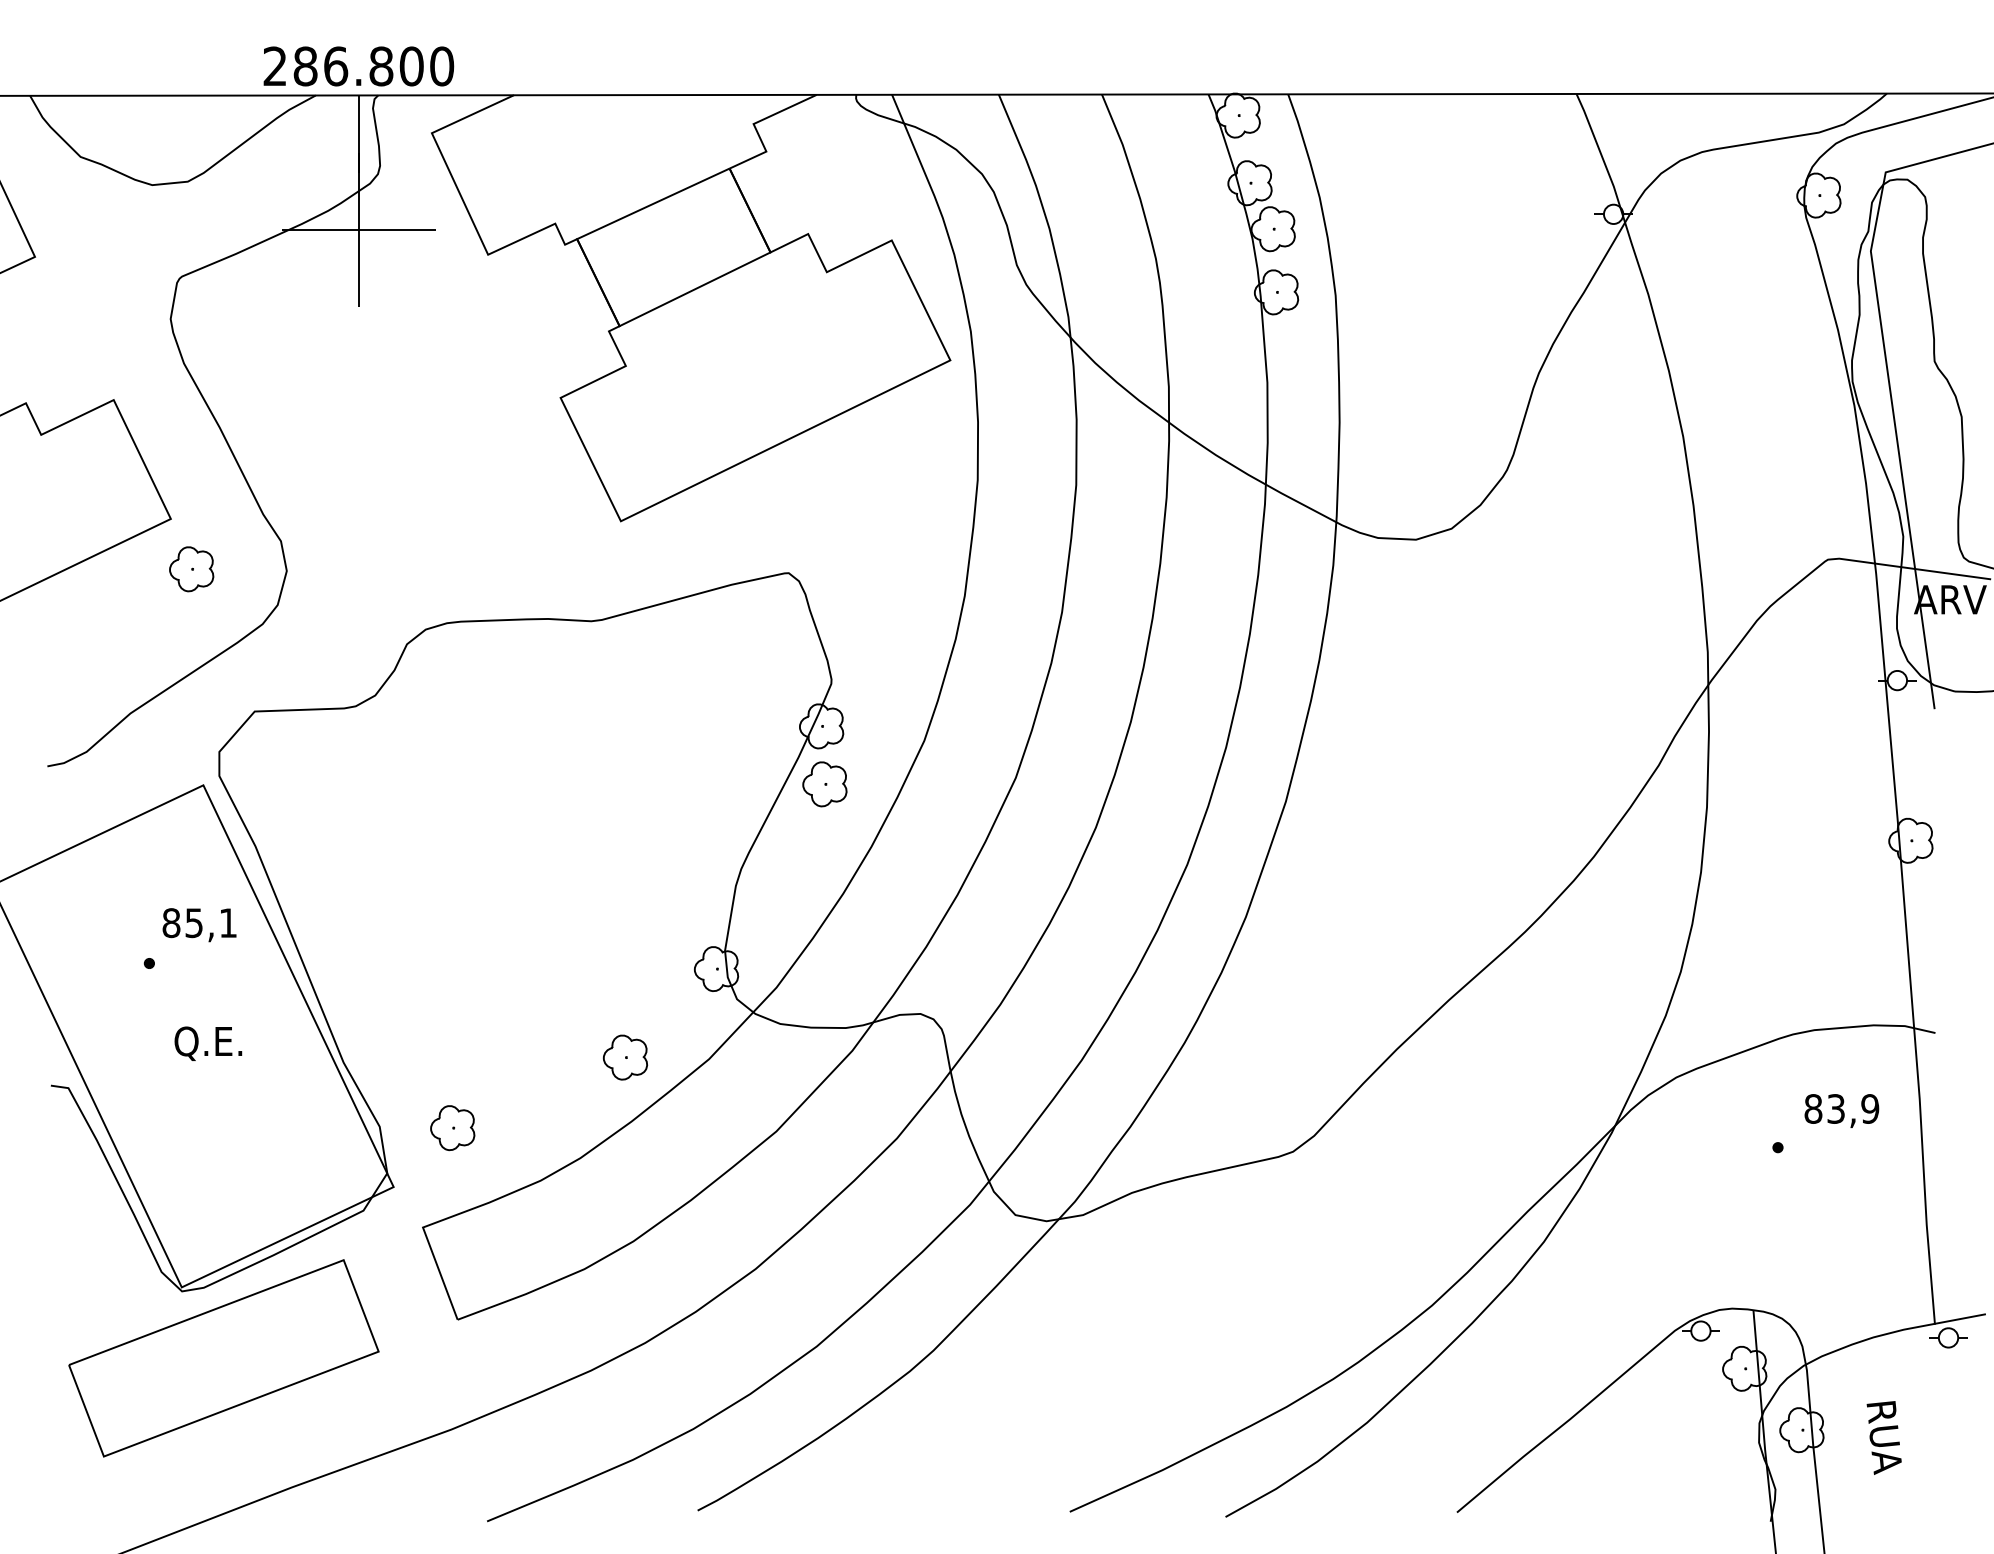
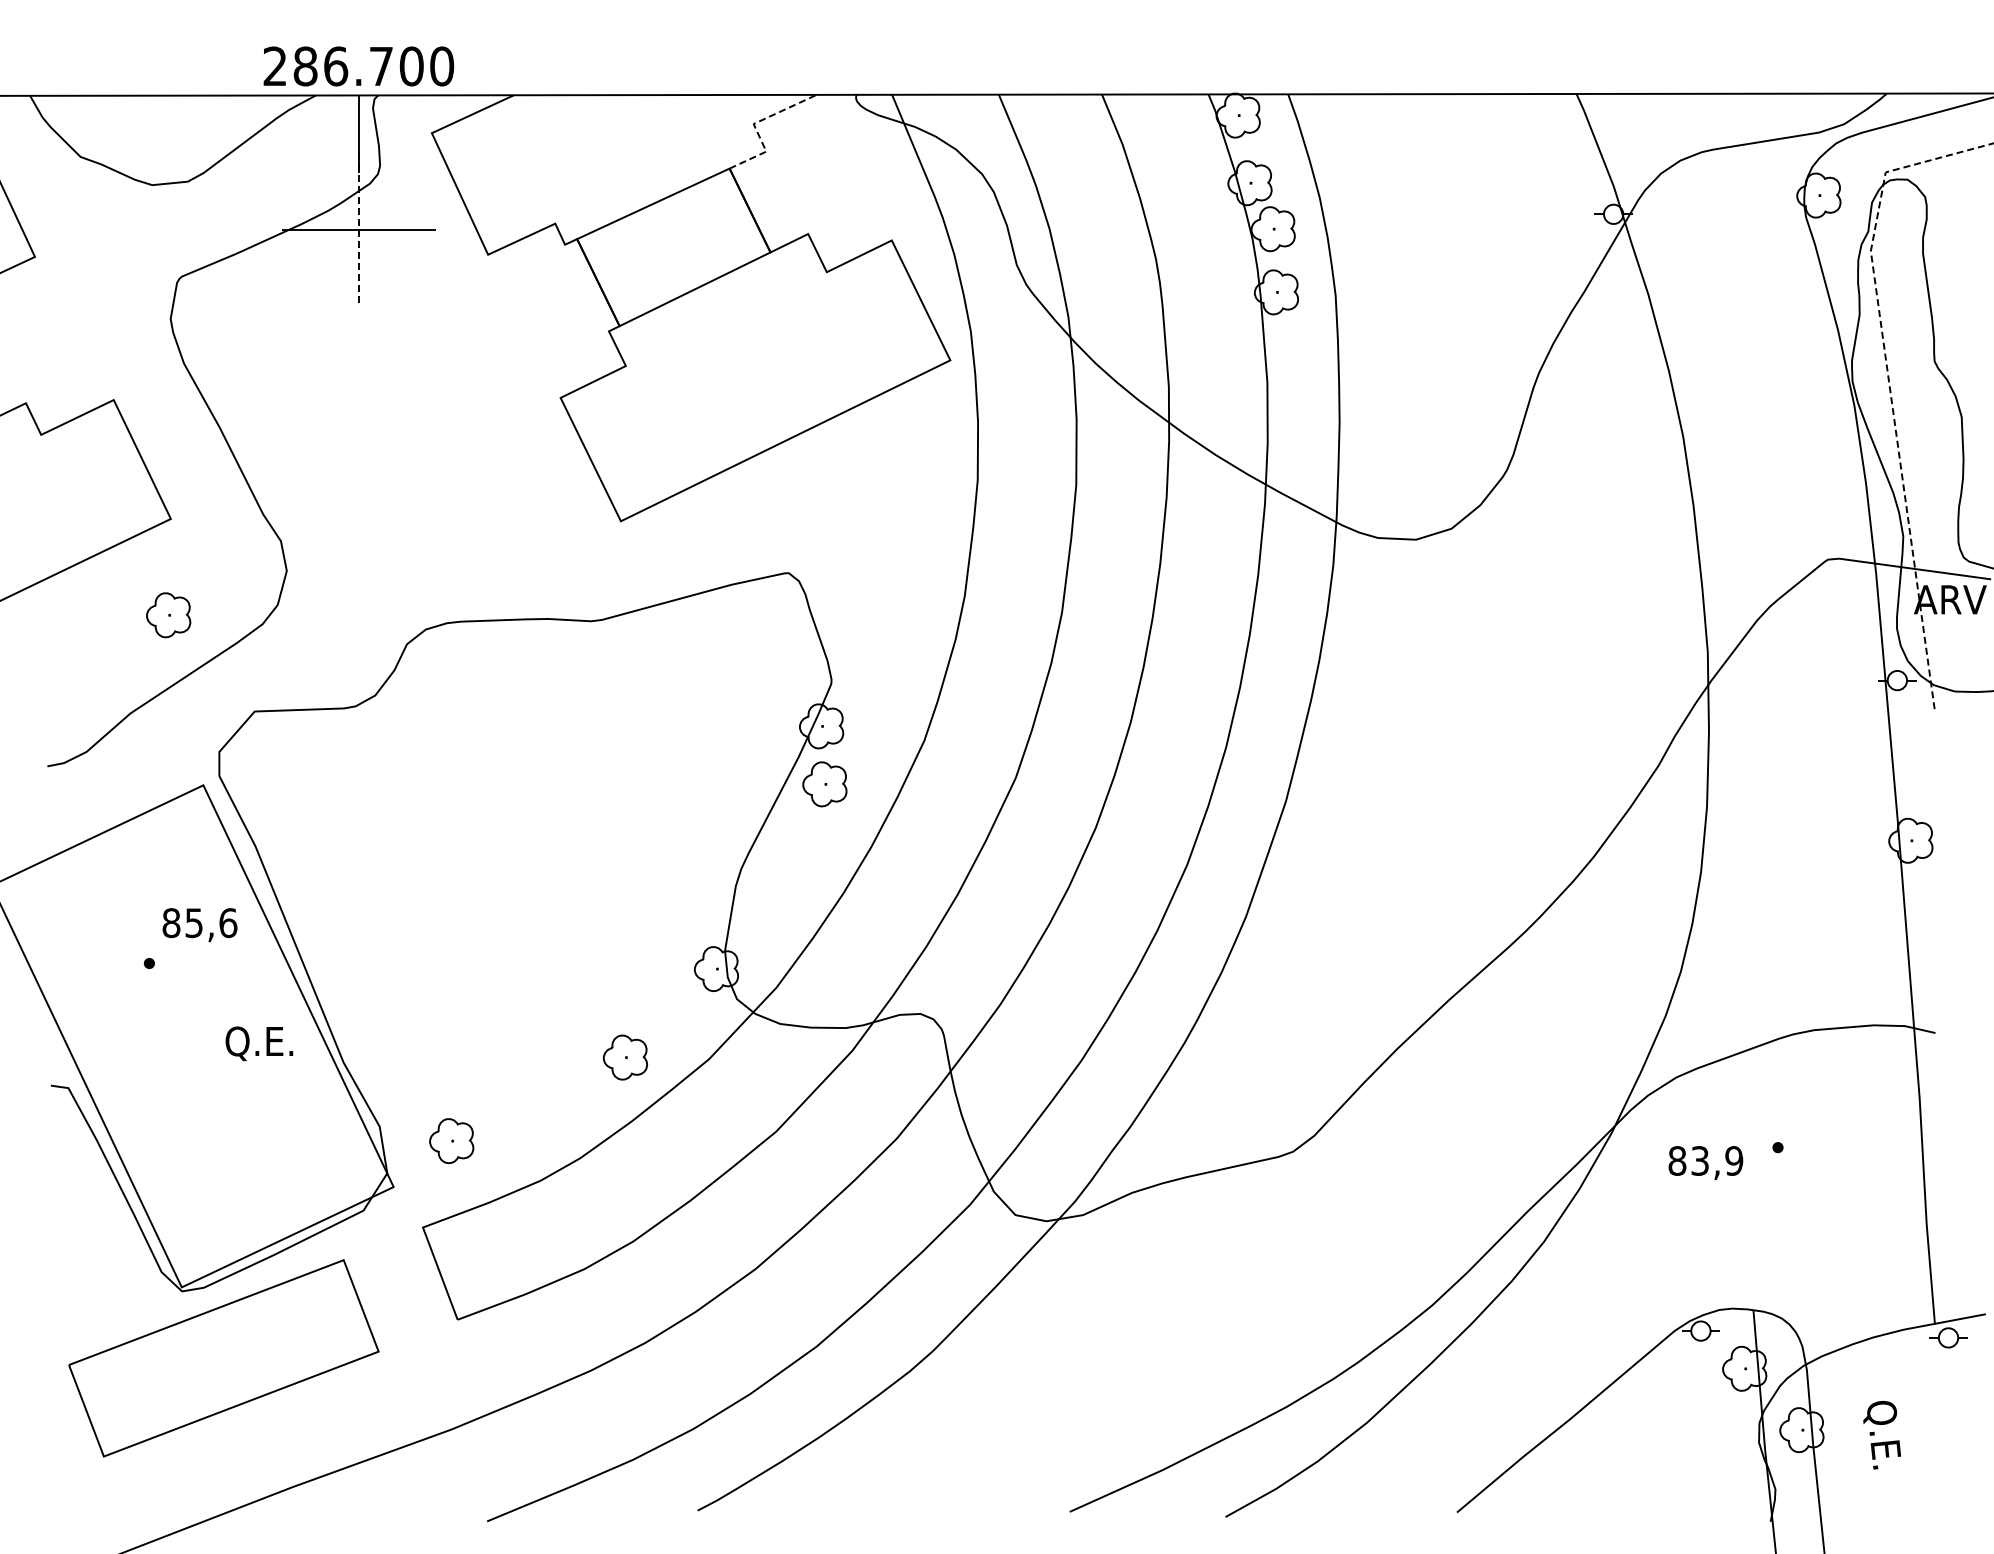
text at (381, 66): 286.800 -> 286.700
line at (754, 124): solid -> dashed
line at (358, 230): solid -> dashed
line at (1889, 383): solid -> dashed
part at (191, 569) position: (191, 569) -> (168, 615)
text at (228, 923): 85,1 -> 85,6
text at (208, 1043) position: (208, 1043) -> (259, 1043)
text at (1841, 1111) position: (1841, 1111) -> (1705, 1163)
part at (452, 1128) position: (452, 1128) -> (451, 1141)
text at (1882, 1437): RUA -> Q.E.
